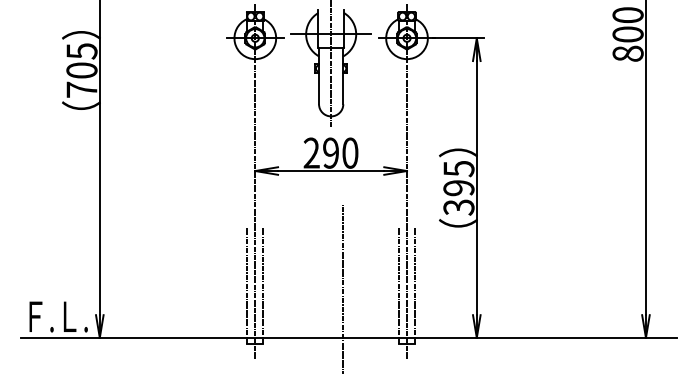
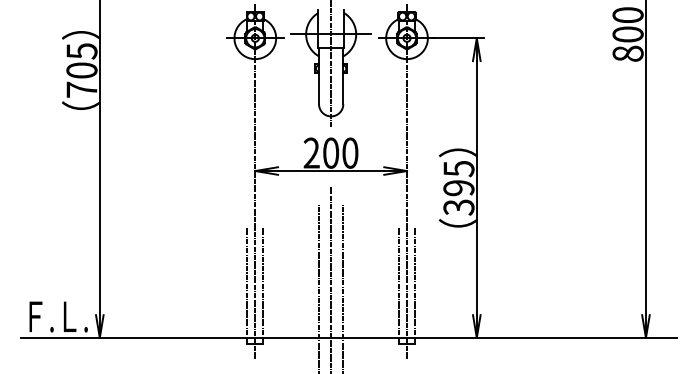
text at (331, 152): 290 -> 200
line at (331, 278): none -> present
line at (319, 287): none -> present
